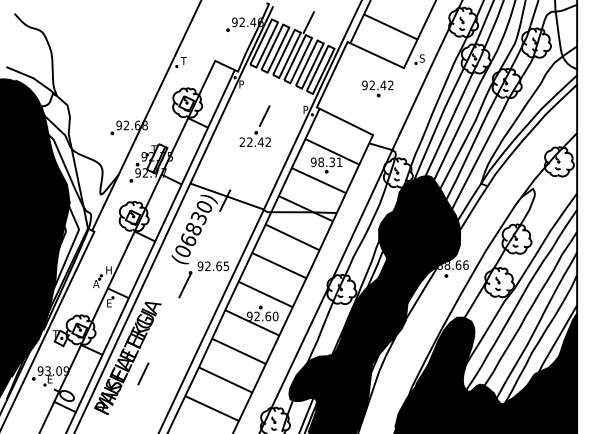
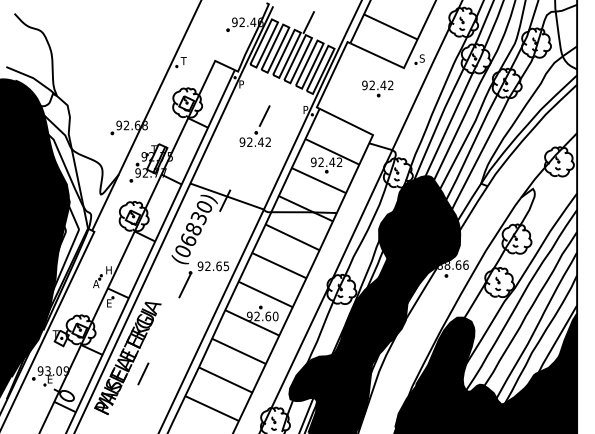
text at (242, 142): 22.42 -> 92.42
text at (330, 162): 98.31 -> 92.42
